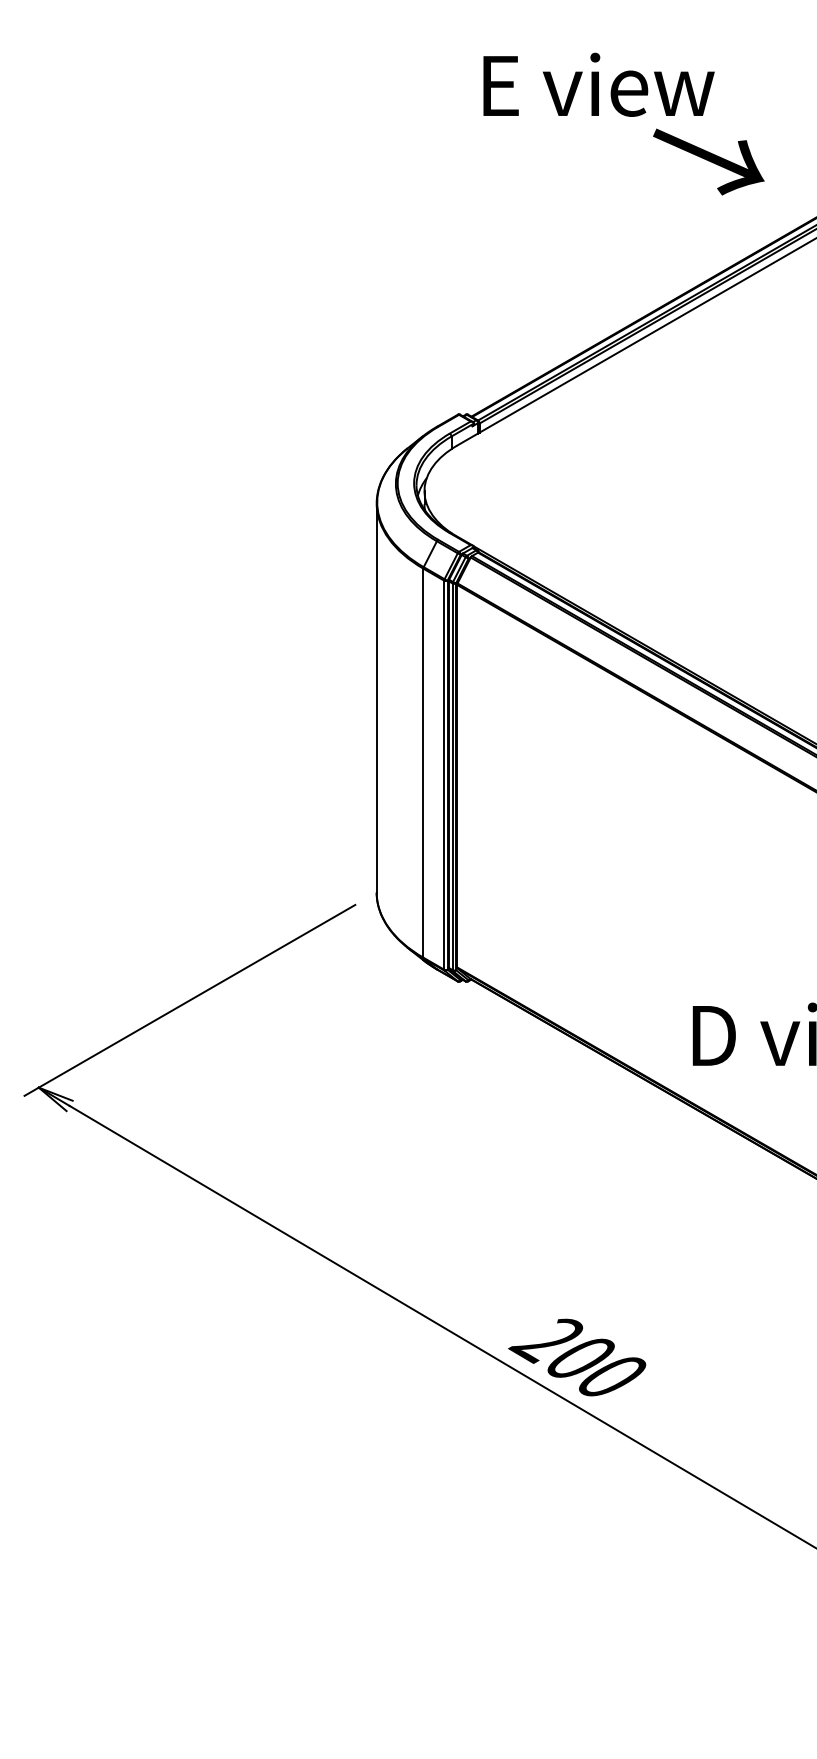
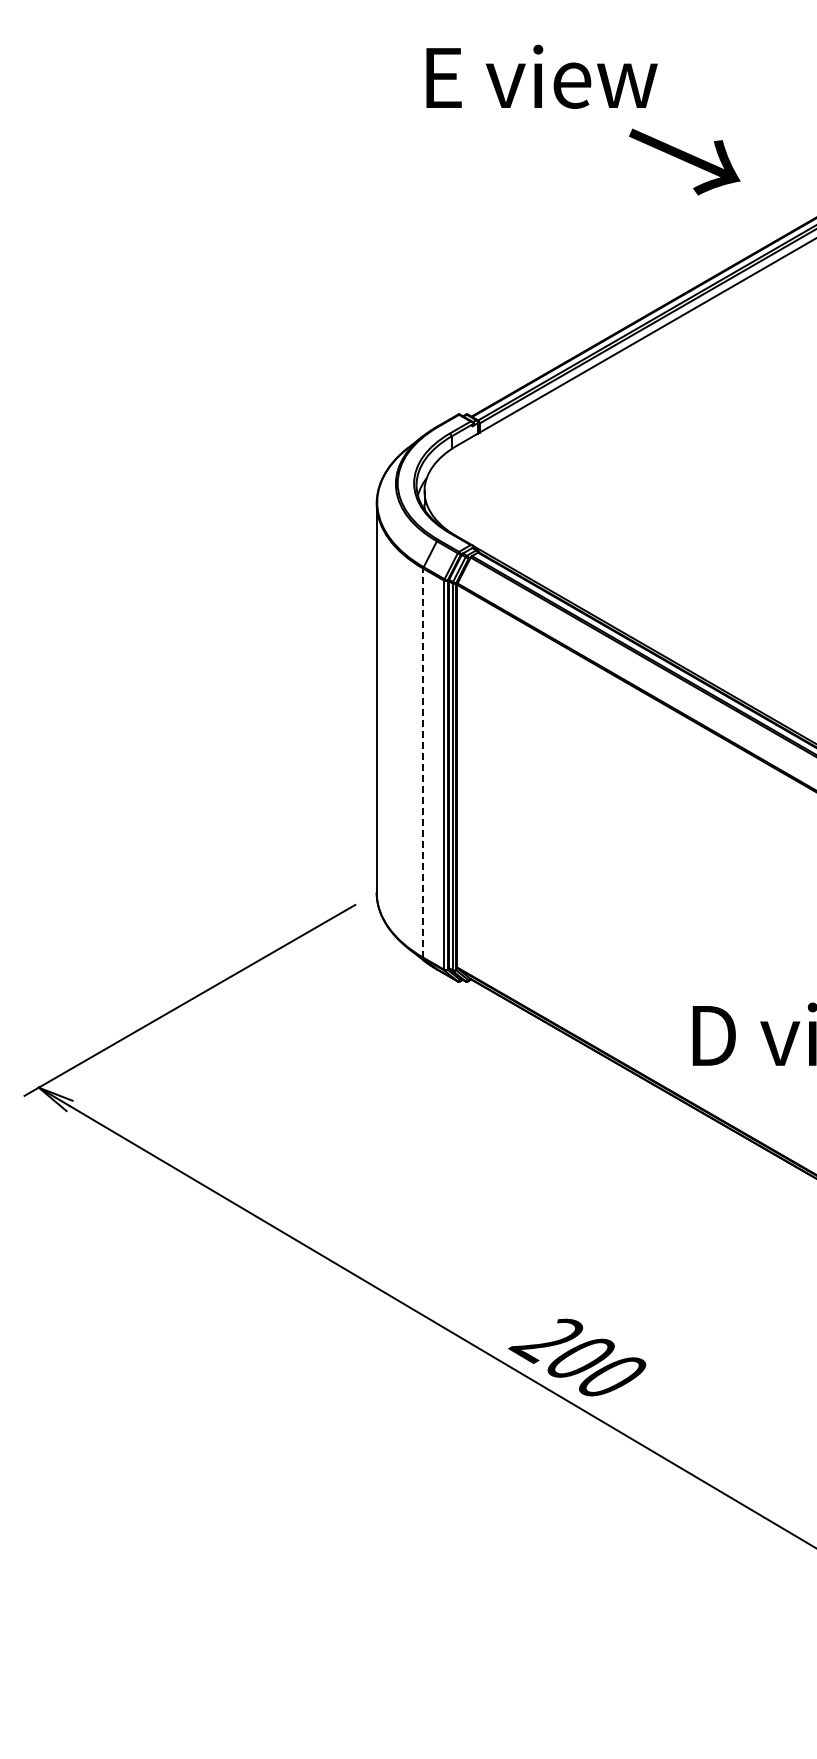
text at (598, 84) position: (598, 84) -> (541, 76)
text at (708, 161) position: (708, 161) -> (684, 161)
line at (423, 763): solid -> dashed
